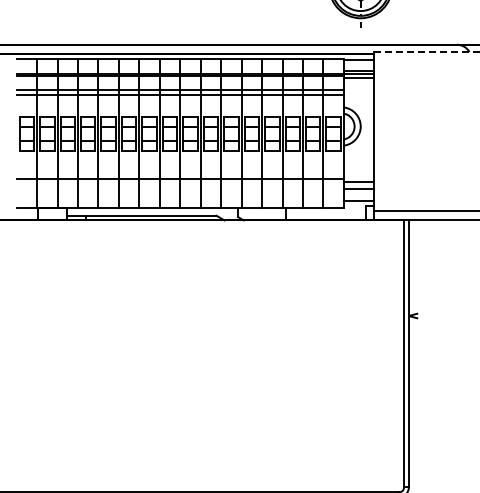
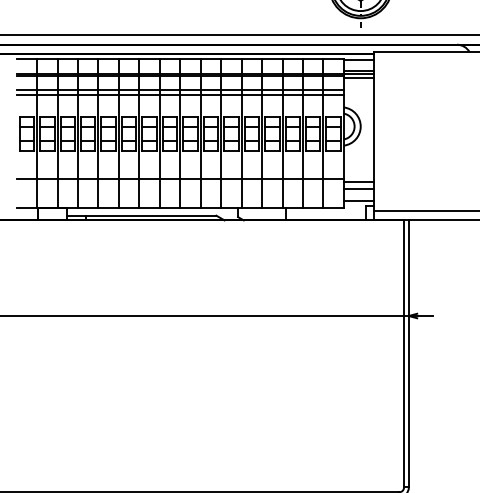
line at (239, 35): none -> present
line at (426, 51): dashed -> solid
line at (217, 316): none -> present
